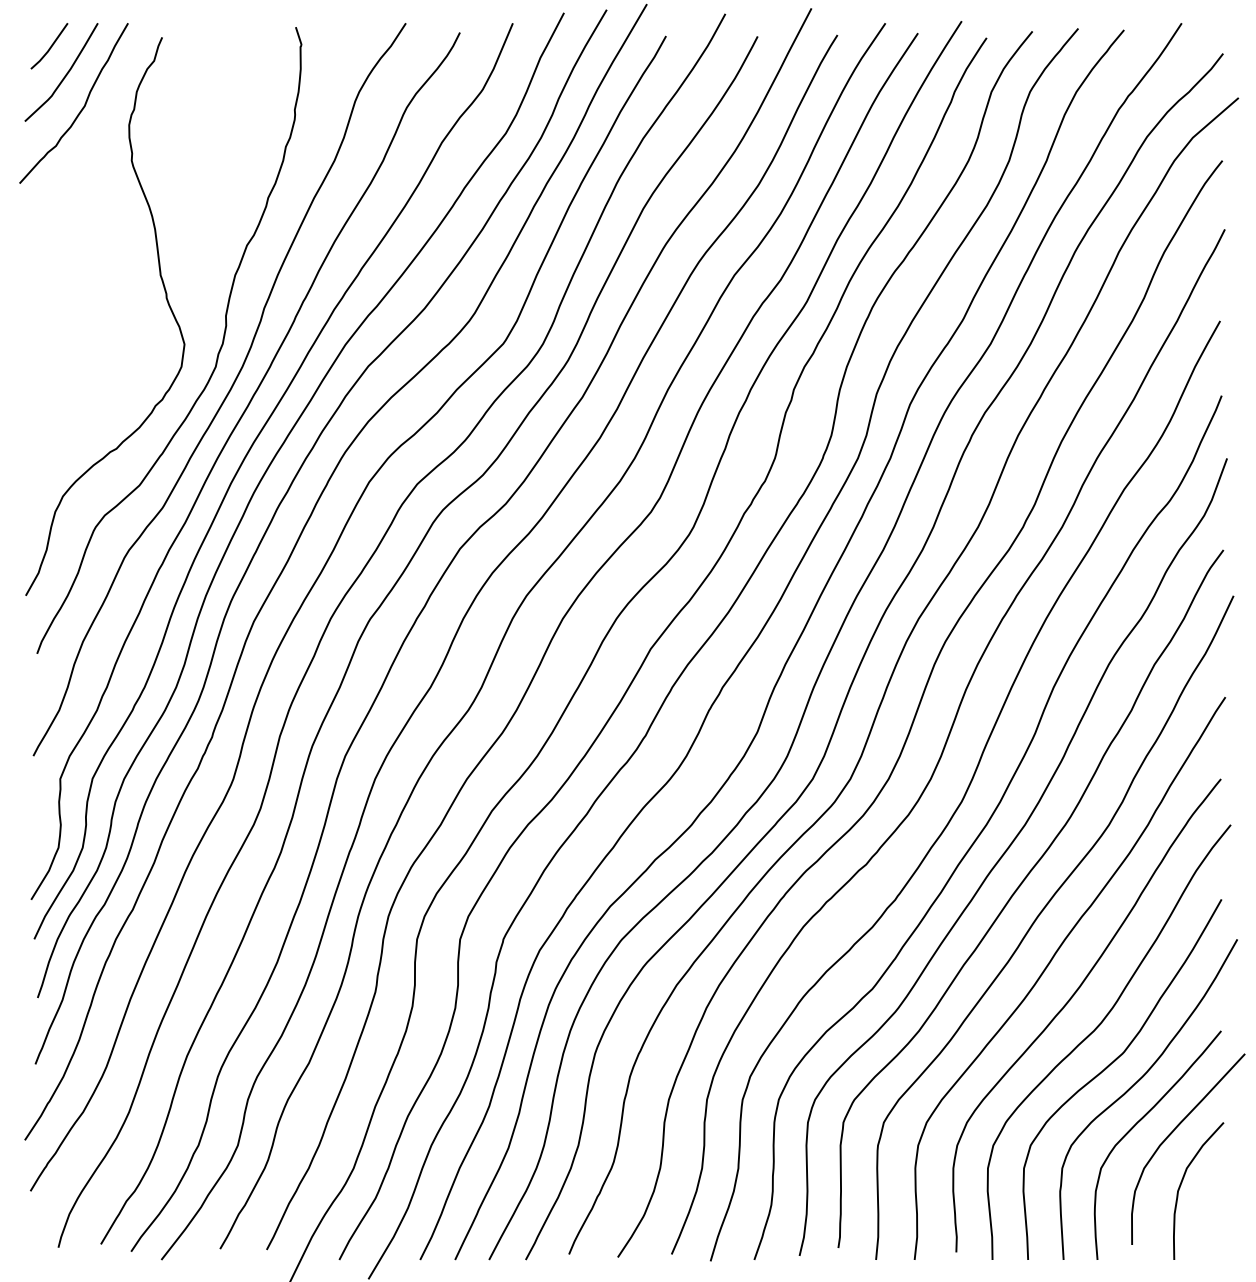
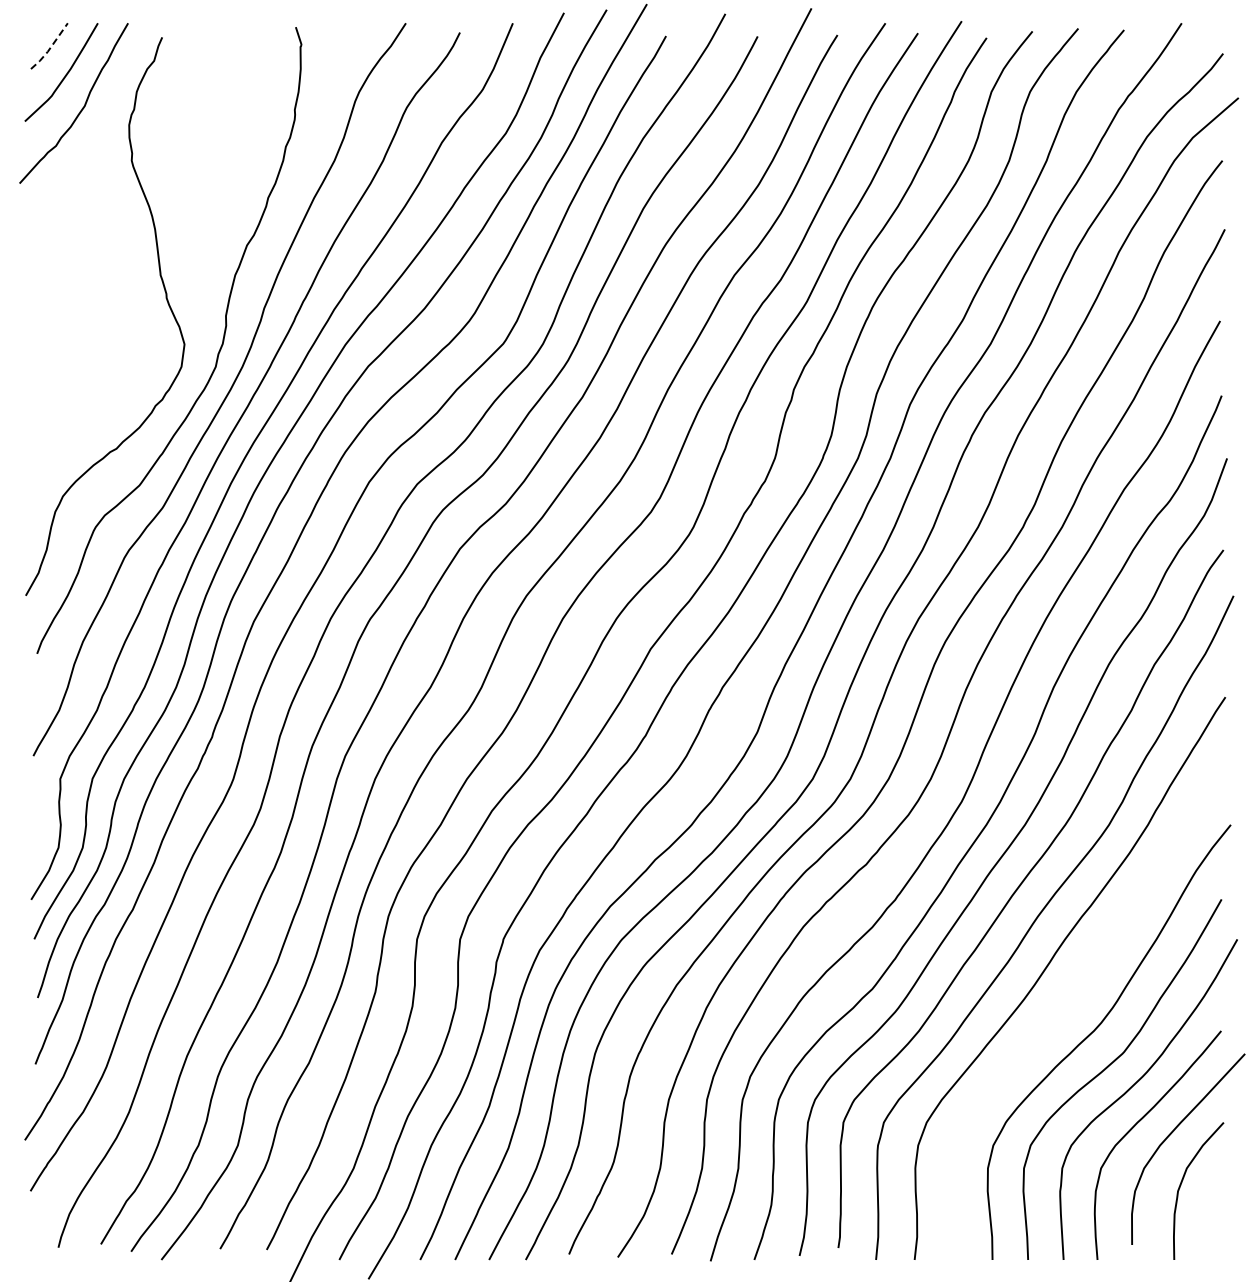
line at (50, 48): solid -> dashed
curve at (1071, 999): present -> none
